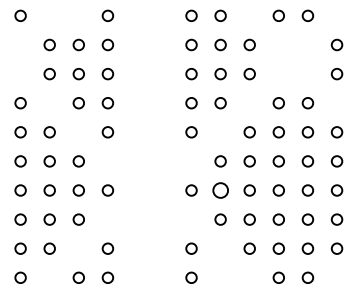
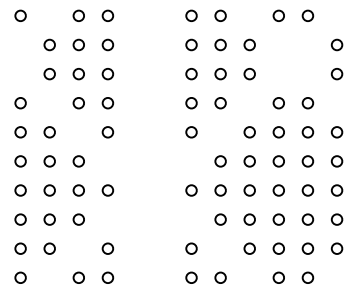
circle at (78, 15): none -> present
circle at (220, 190) size: 17x17 px -> 13x13 px
circle at (220, 277): none -> present
